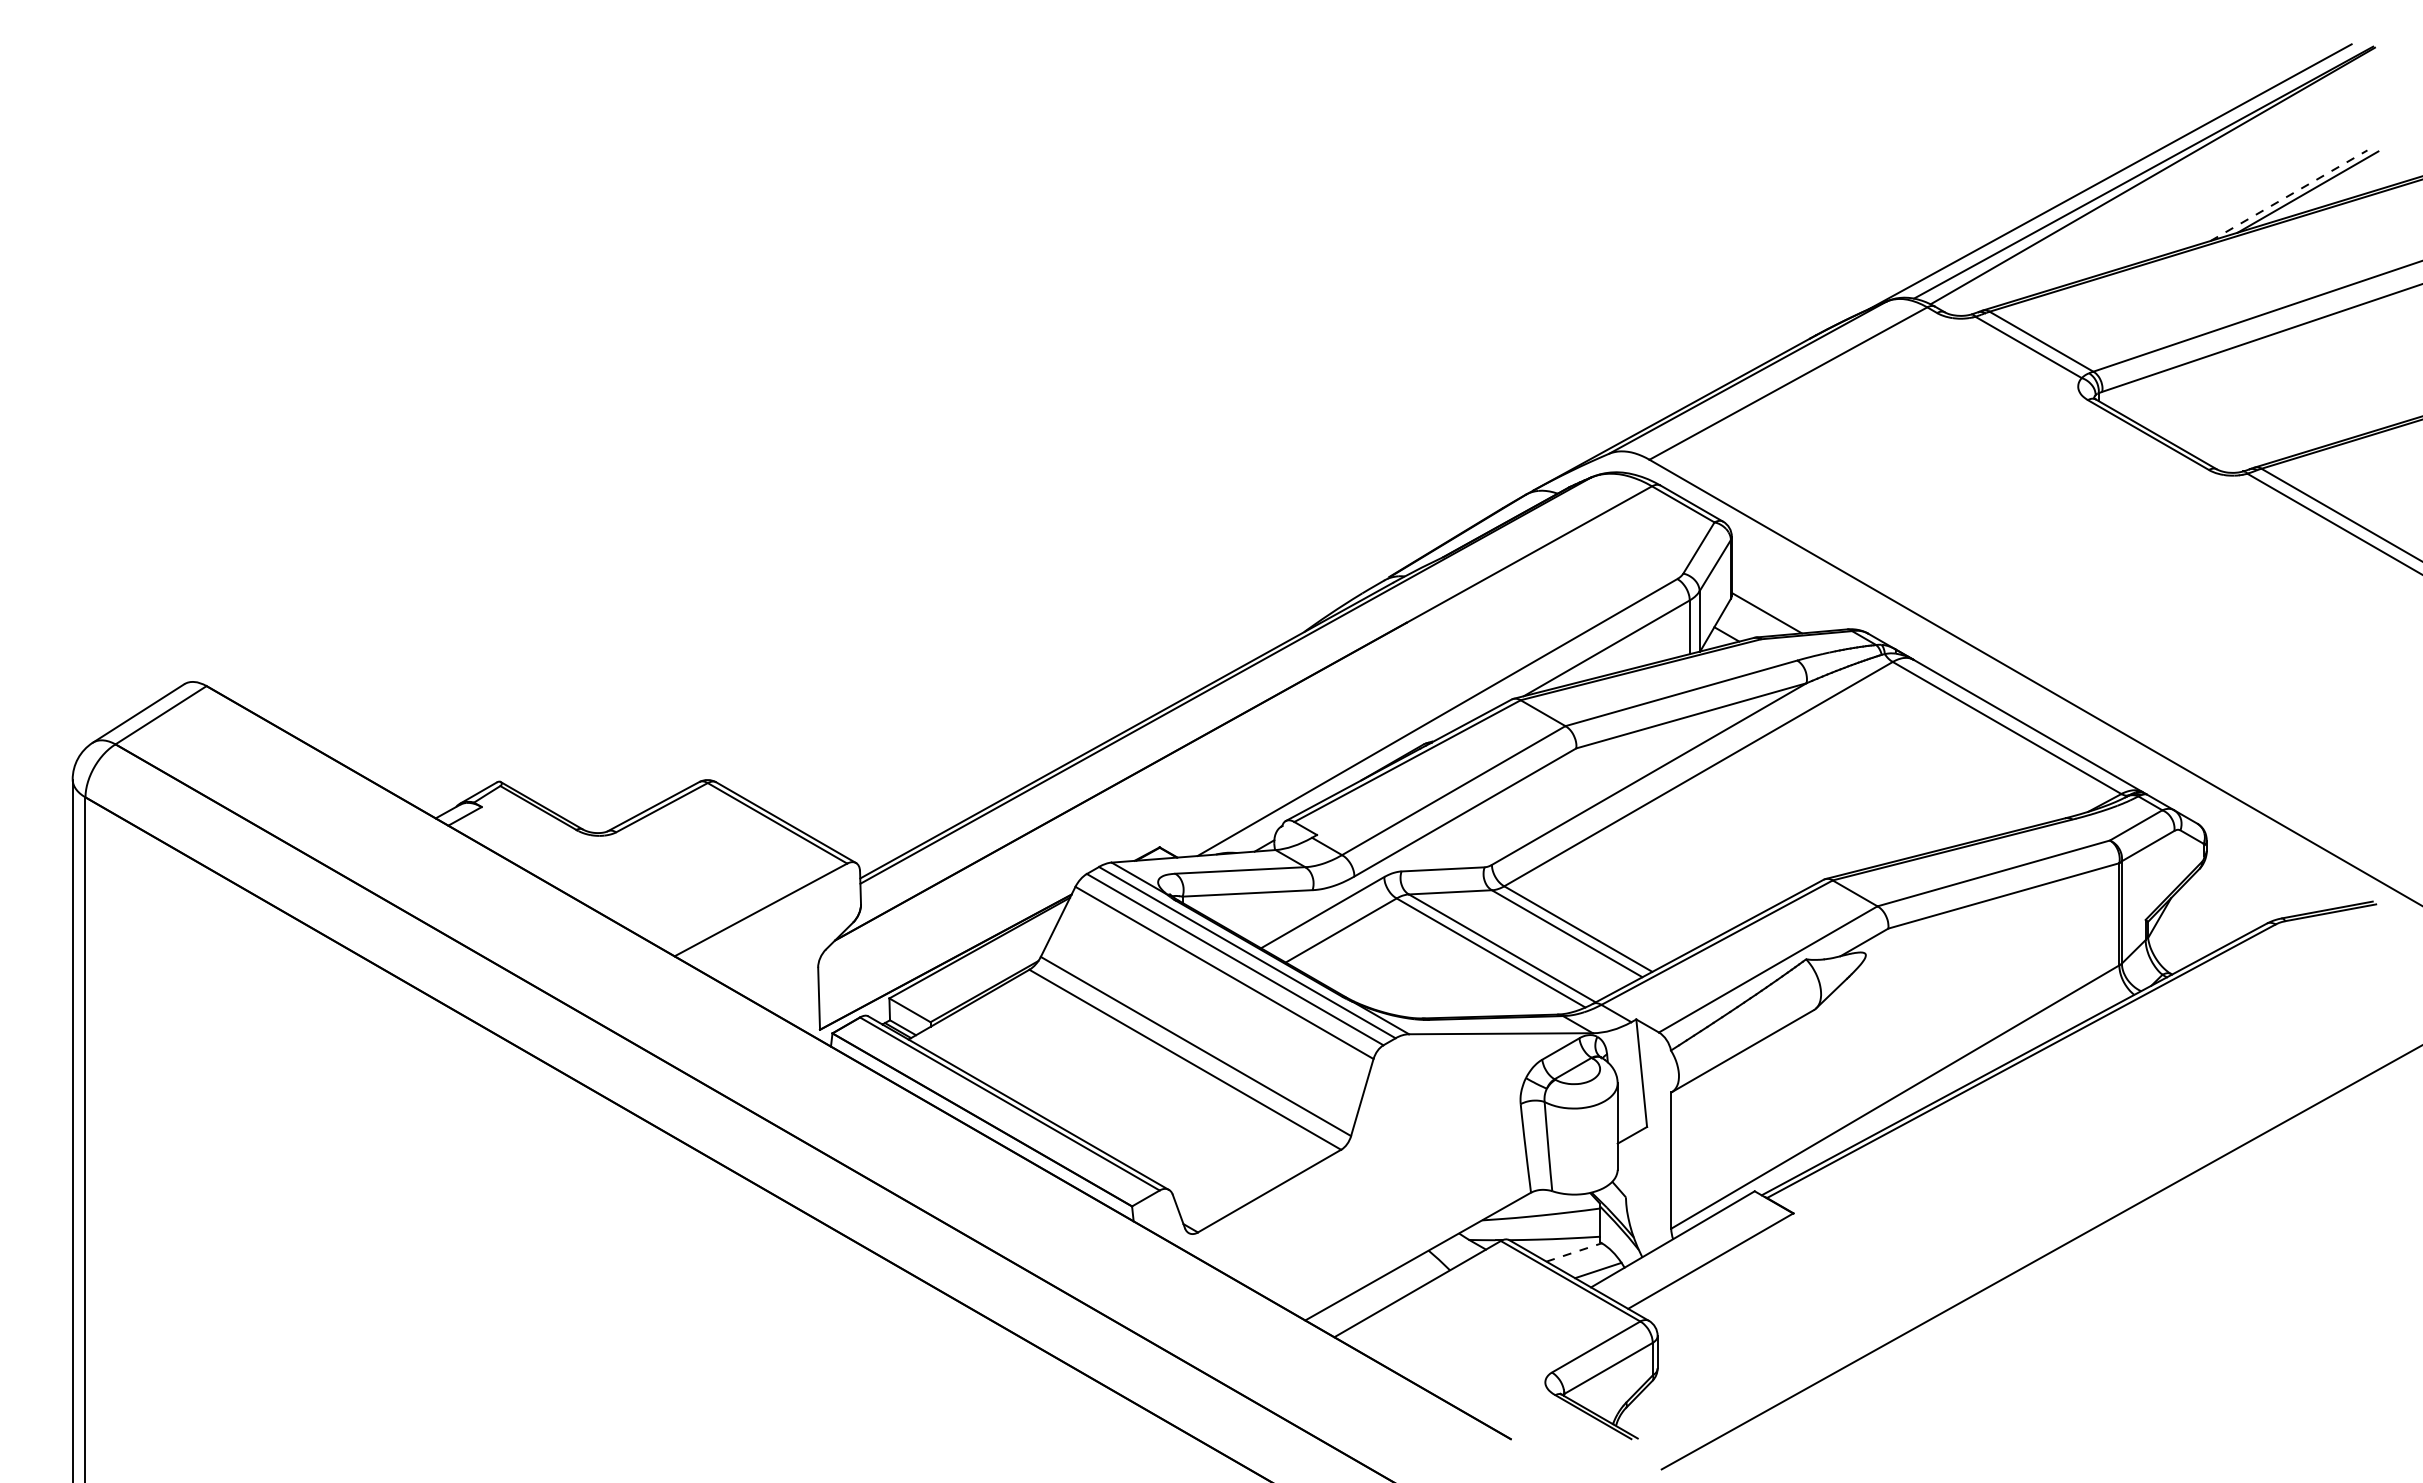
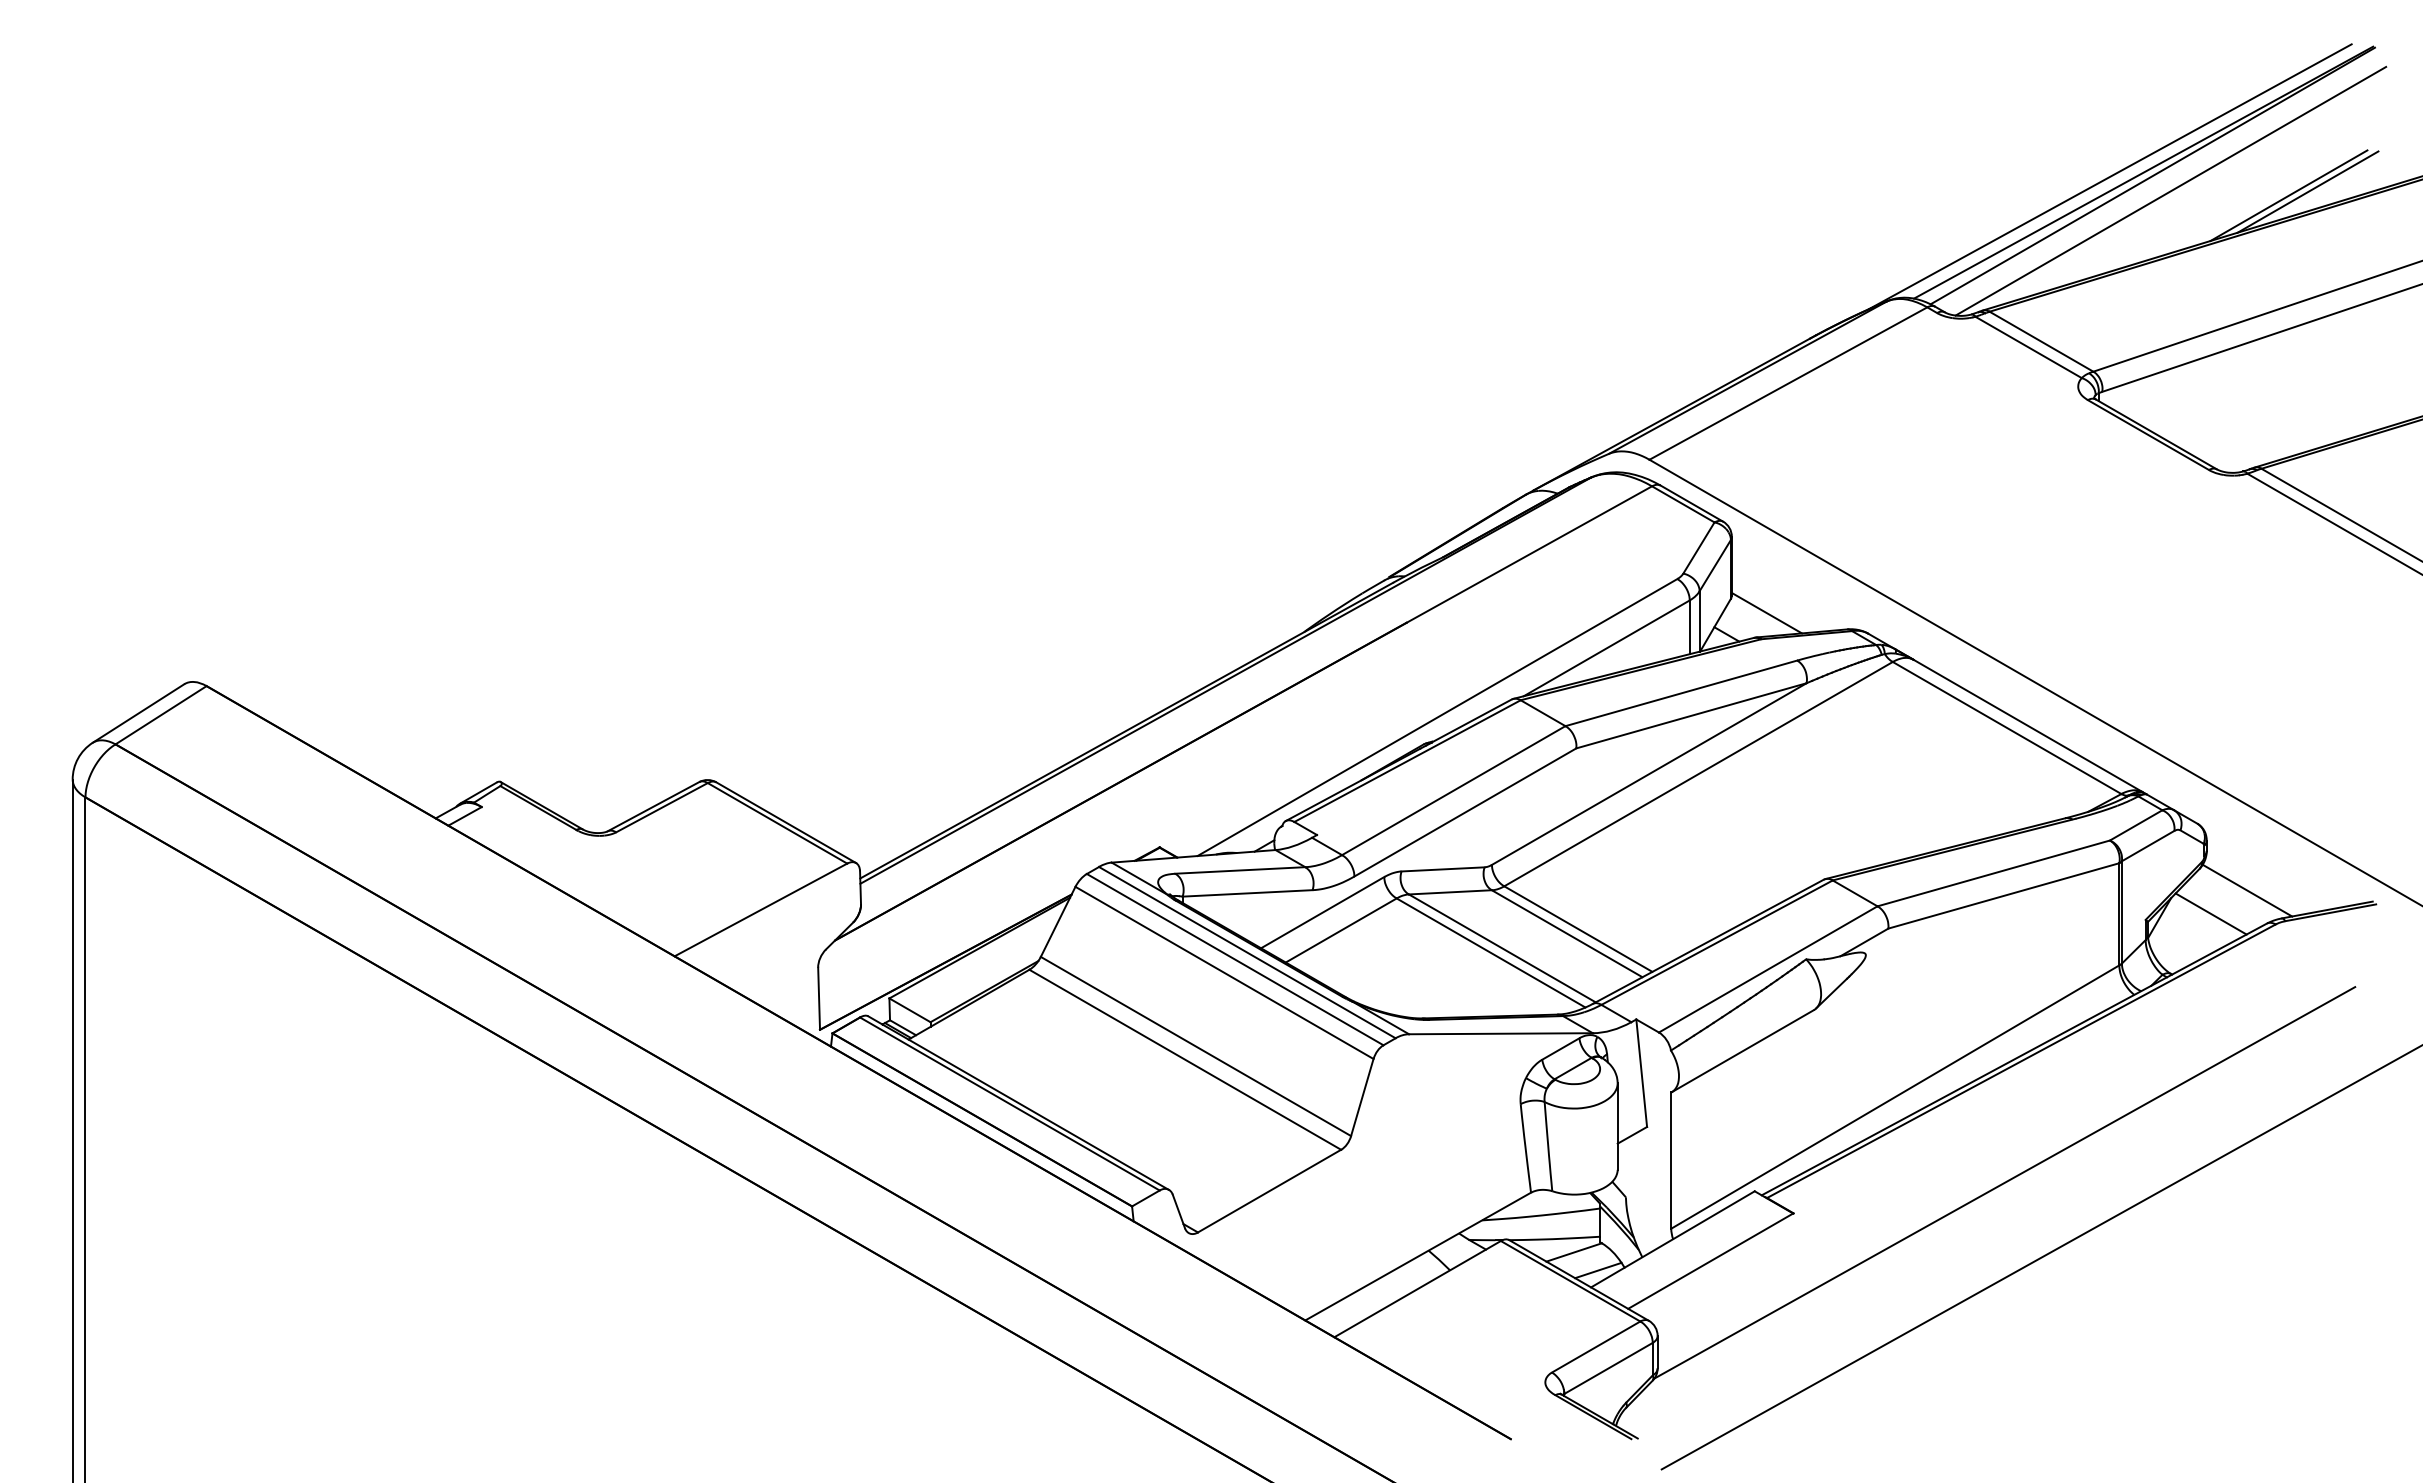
line at (2170, 190): none -> present
line at (2288, 195): dashed -> solid
line at (2247, 890): none -> present
line at (2210, 913): none -> present
line at (2004, 1182): none -> present
line at (1574, 1252): dashed -> solid
